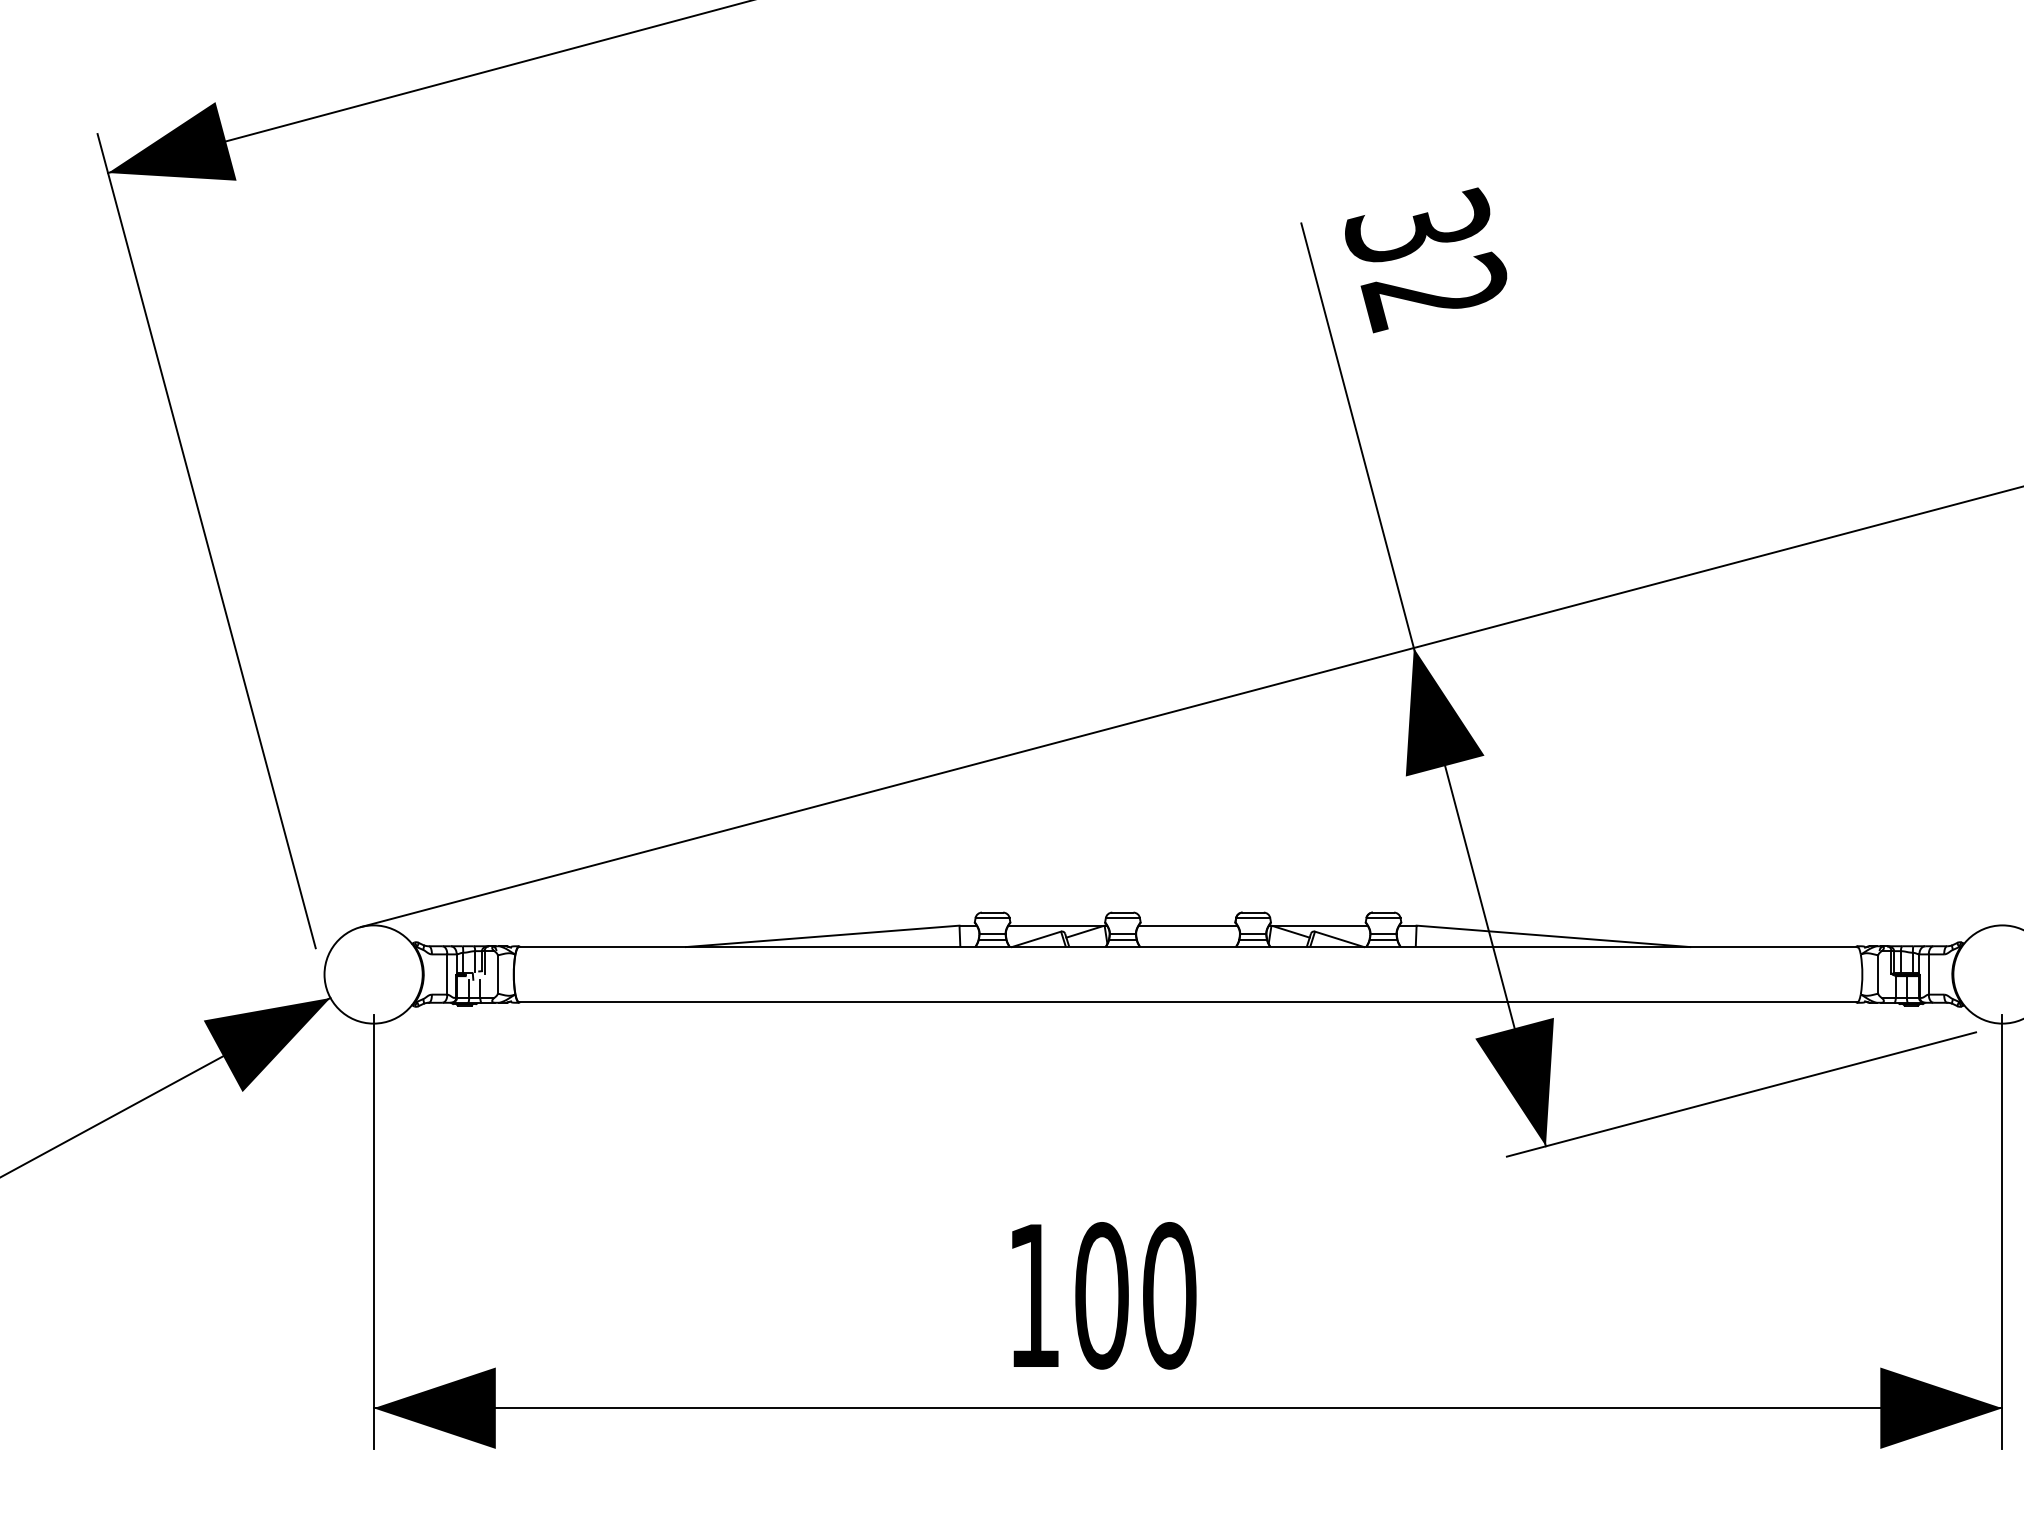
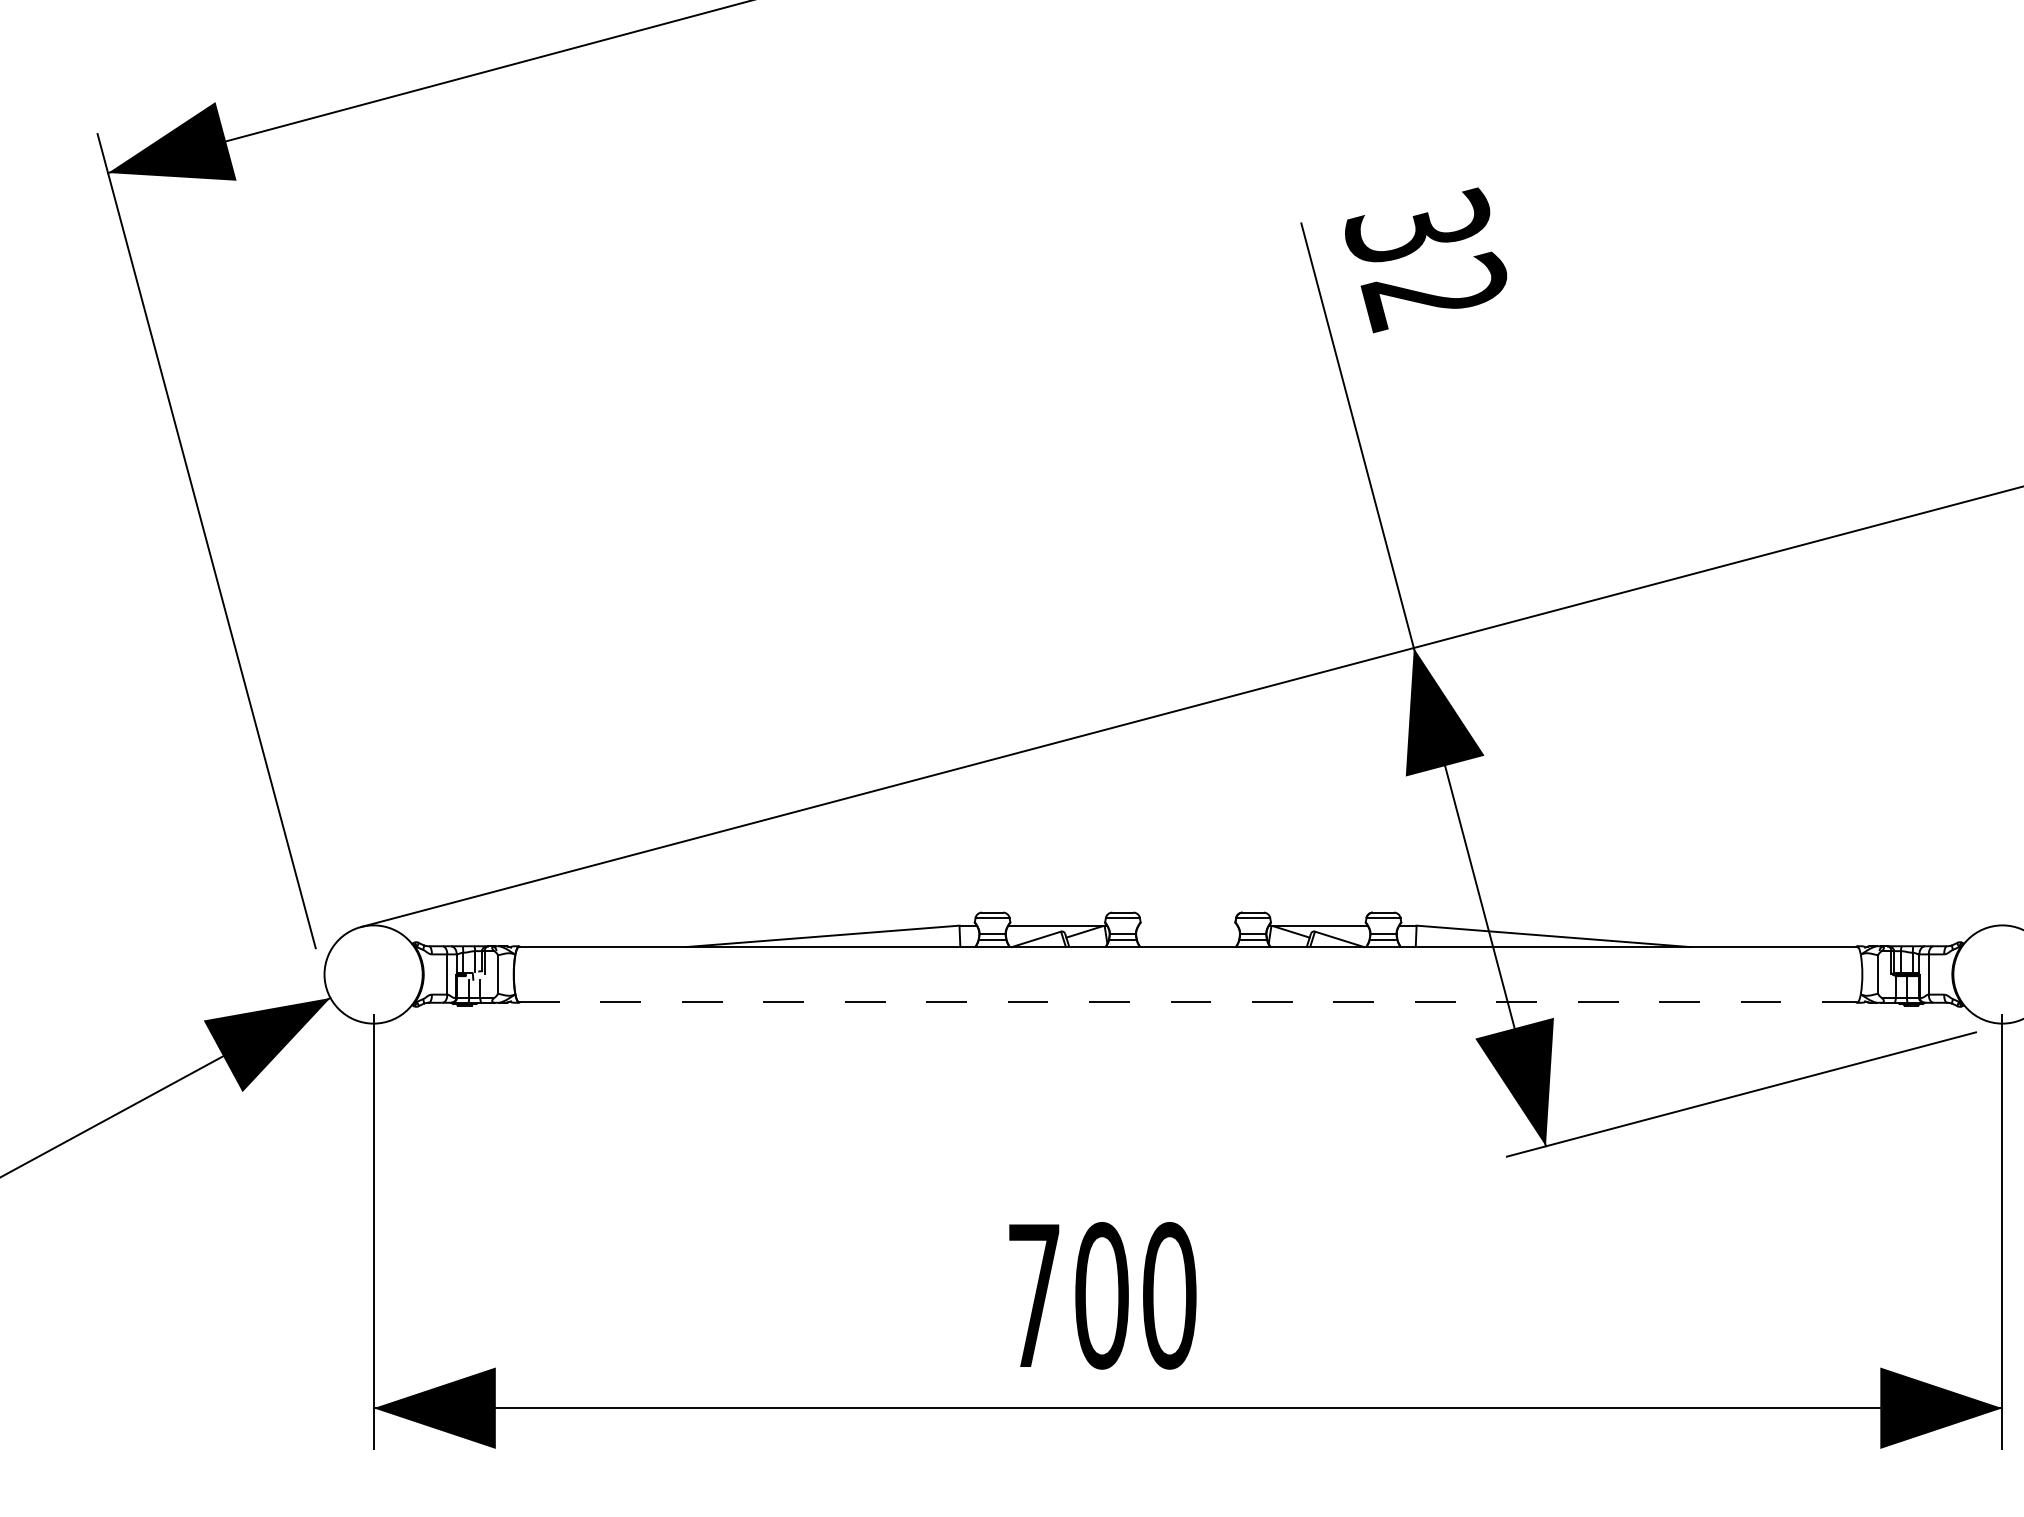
line at (1187, 925): present -> none
line at (1188, 1001): solid -> dashed
text at (1034, 1295): 100 -> 700
